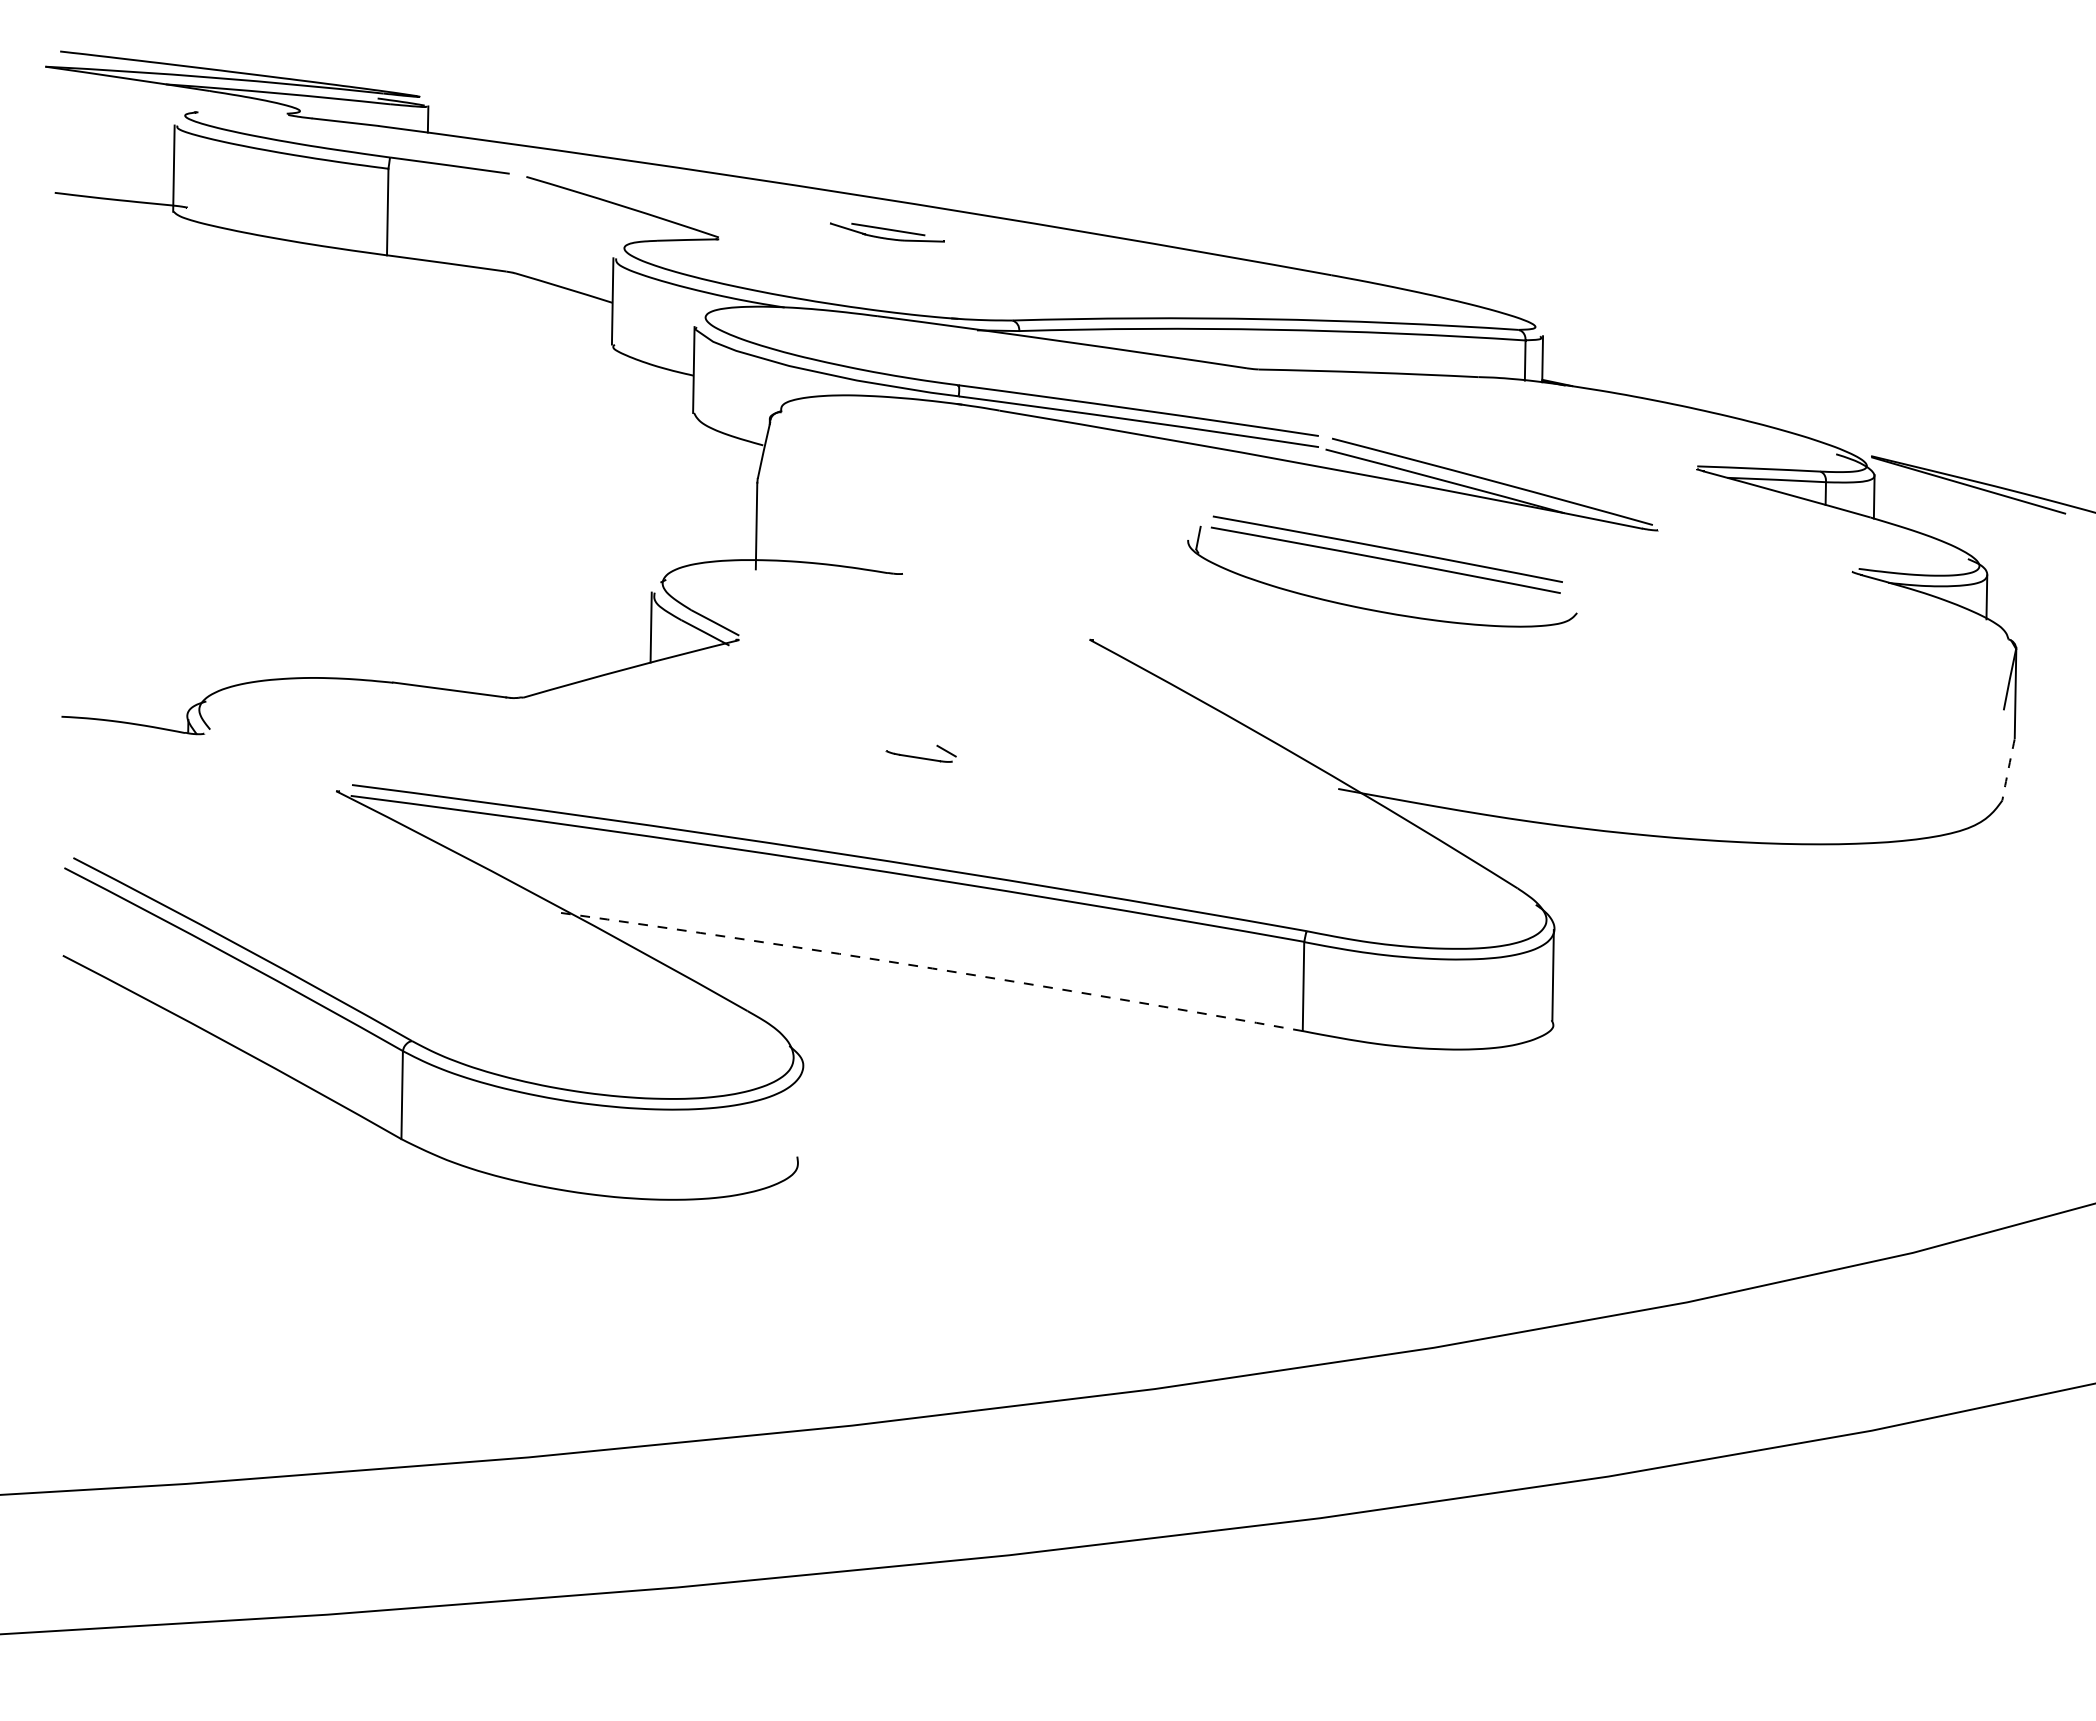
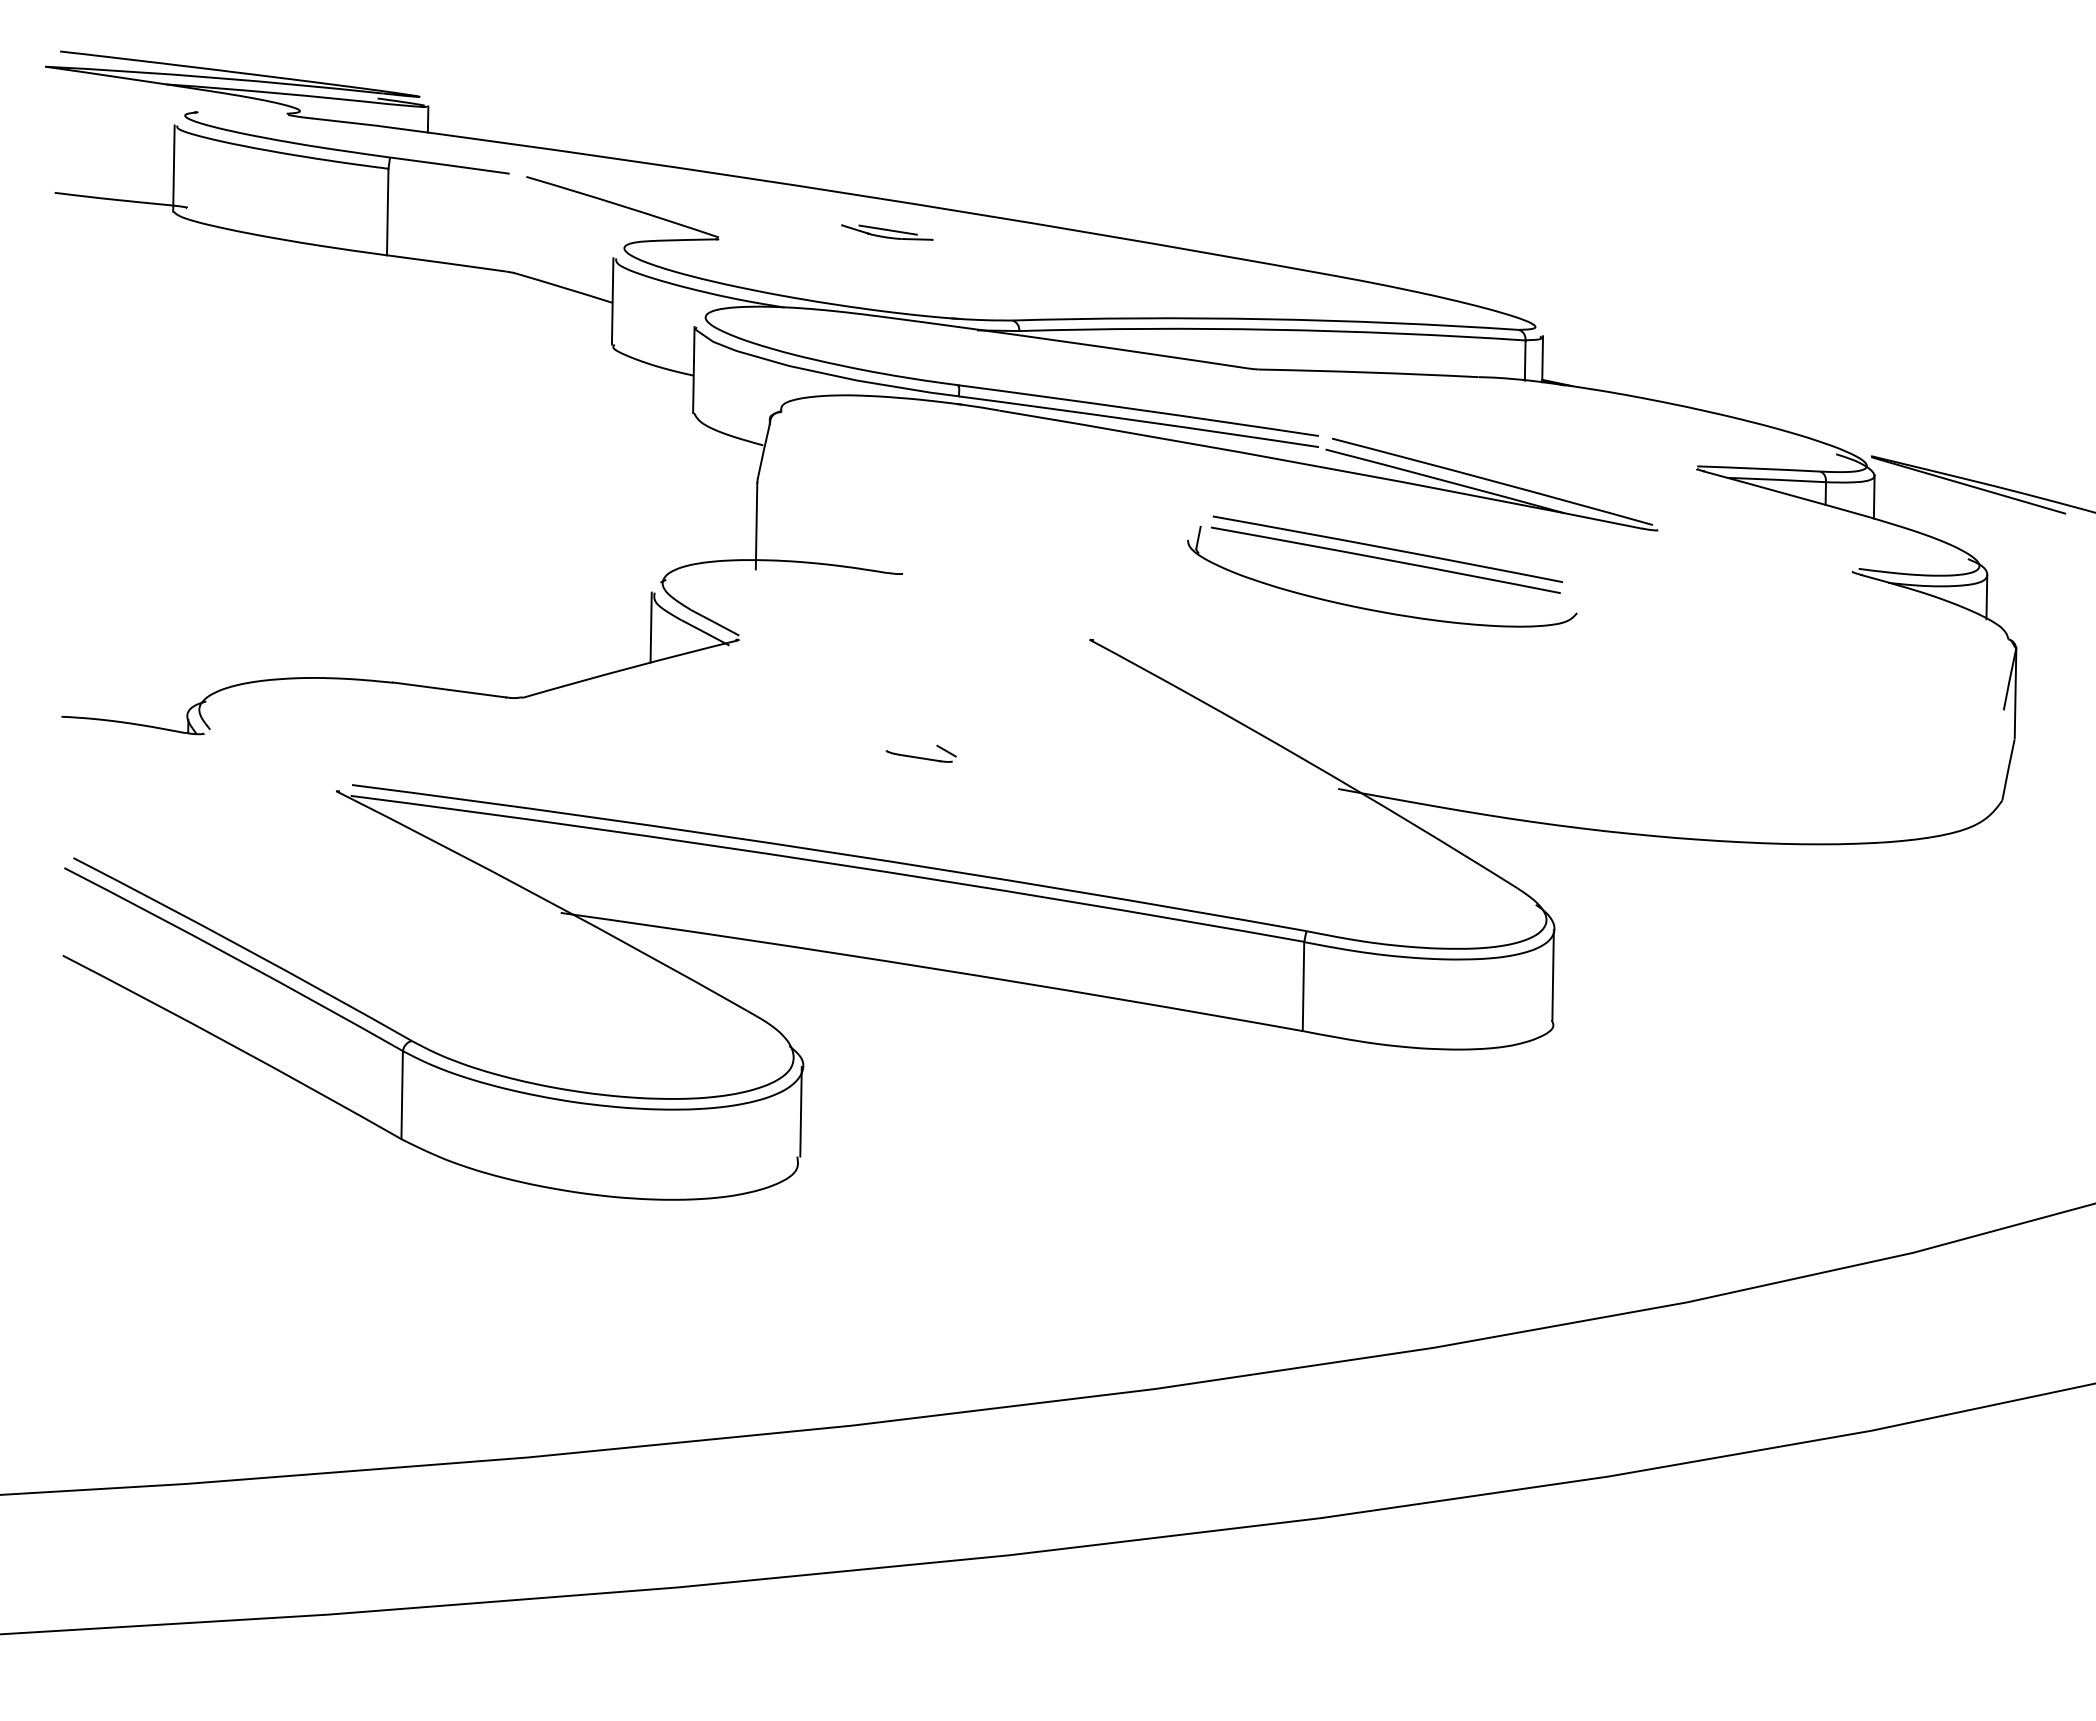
part at (887, 232) size: 115x21 px -> 93x17 px
arc at (2008, 769): dashed -> solid
arc at (932, 968): dashed -> solid
line at (800, 1111): none -> present
